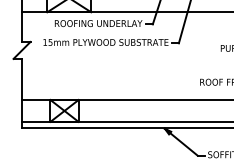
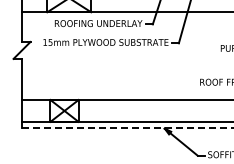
line at (127, 128): solid -> dashed
